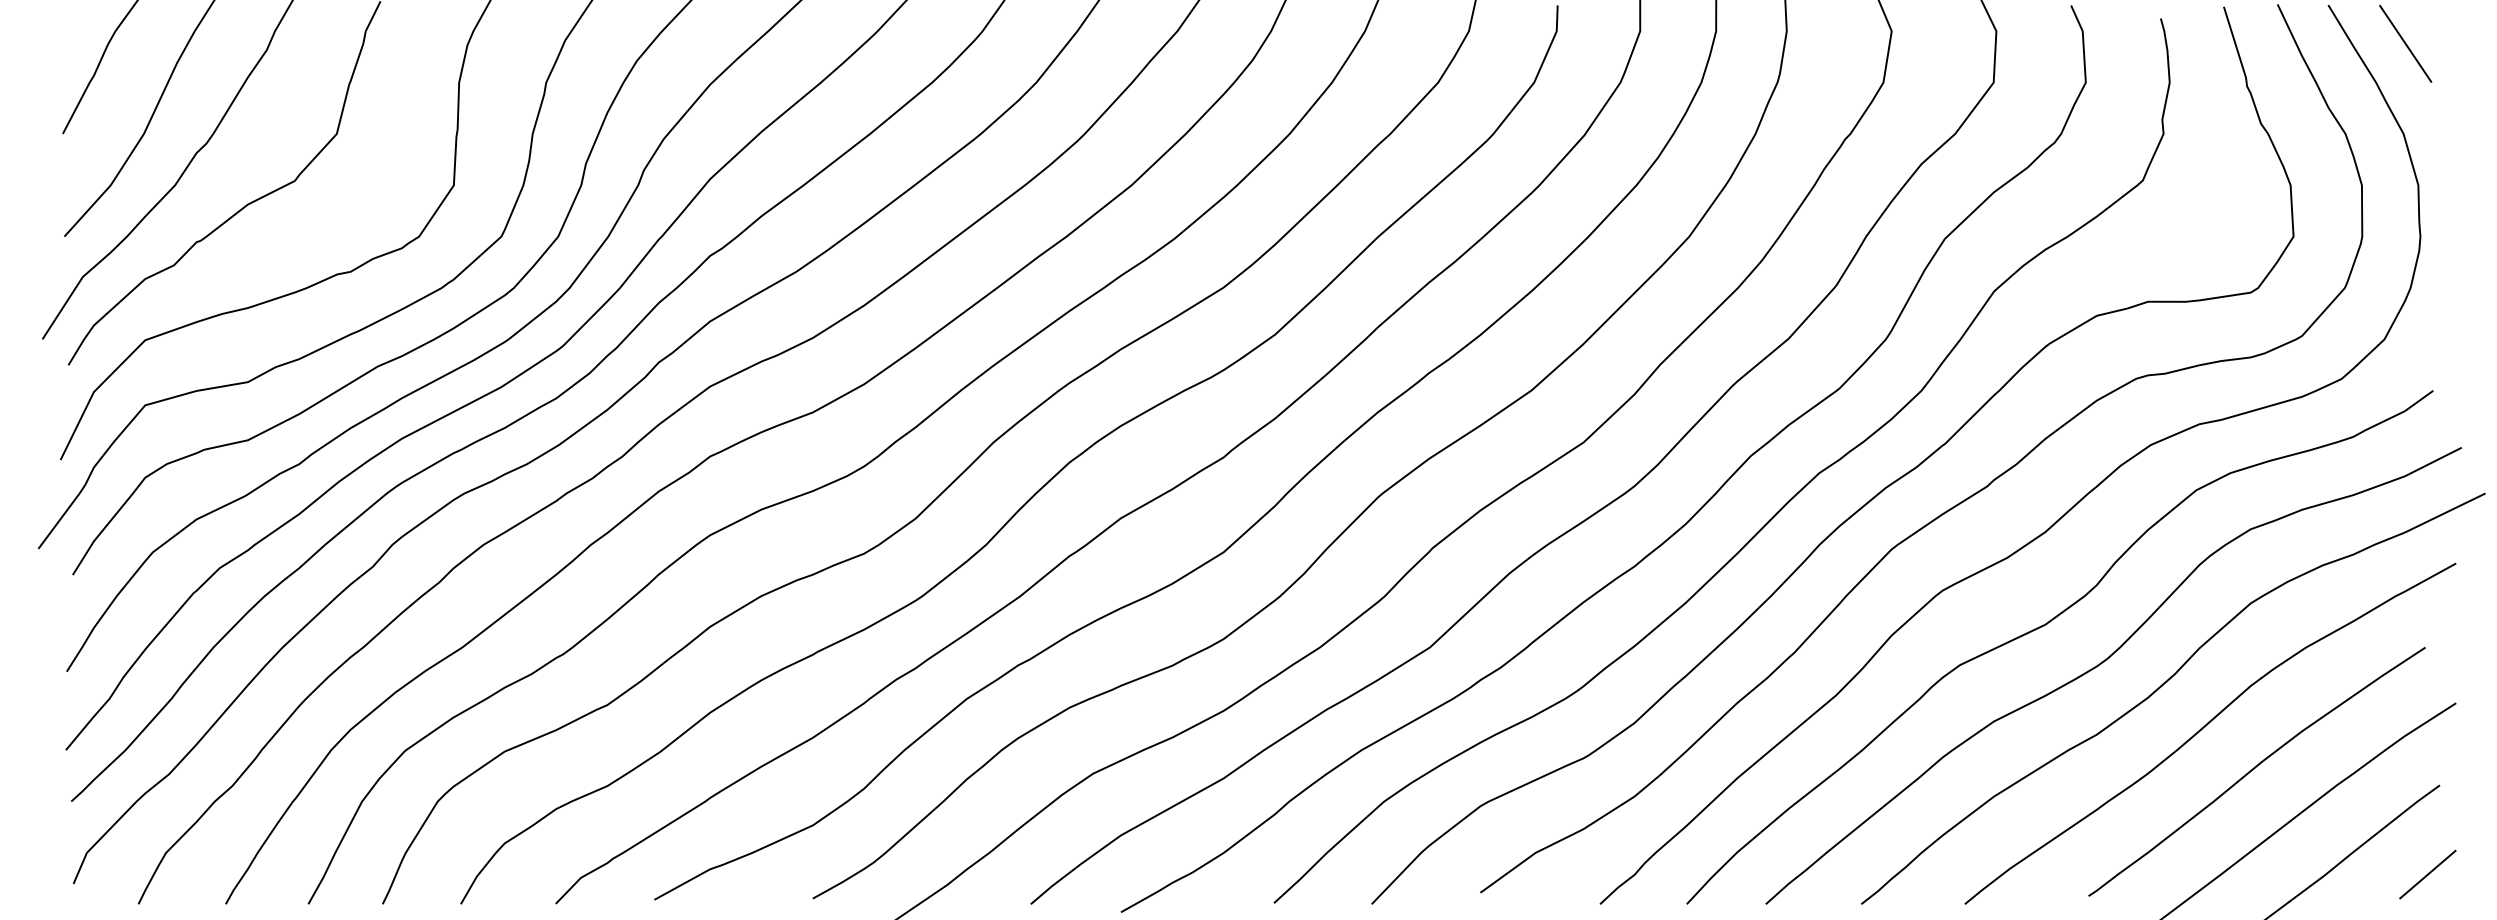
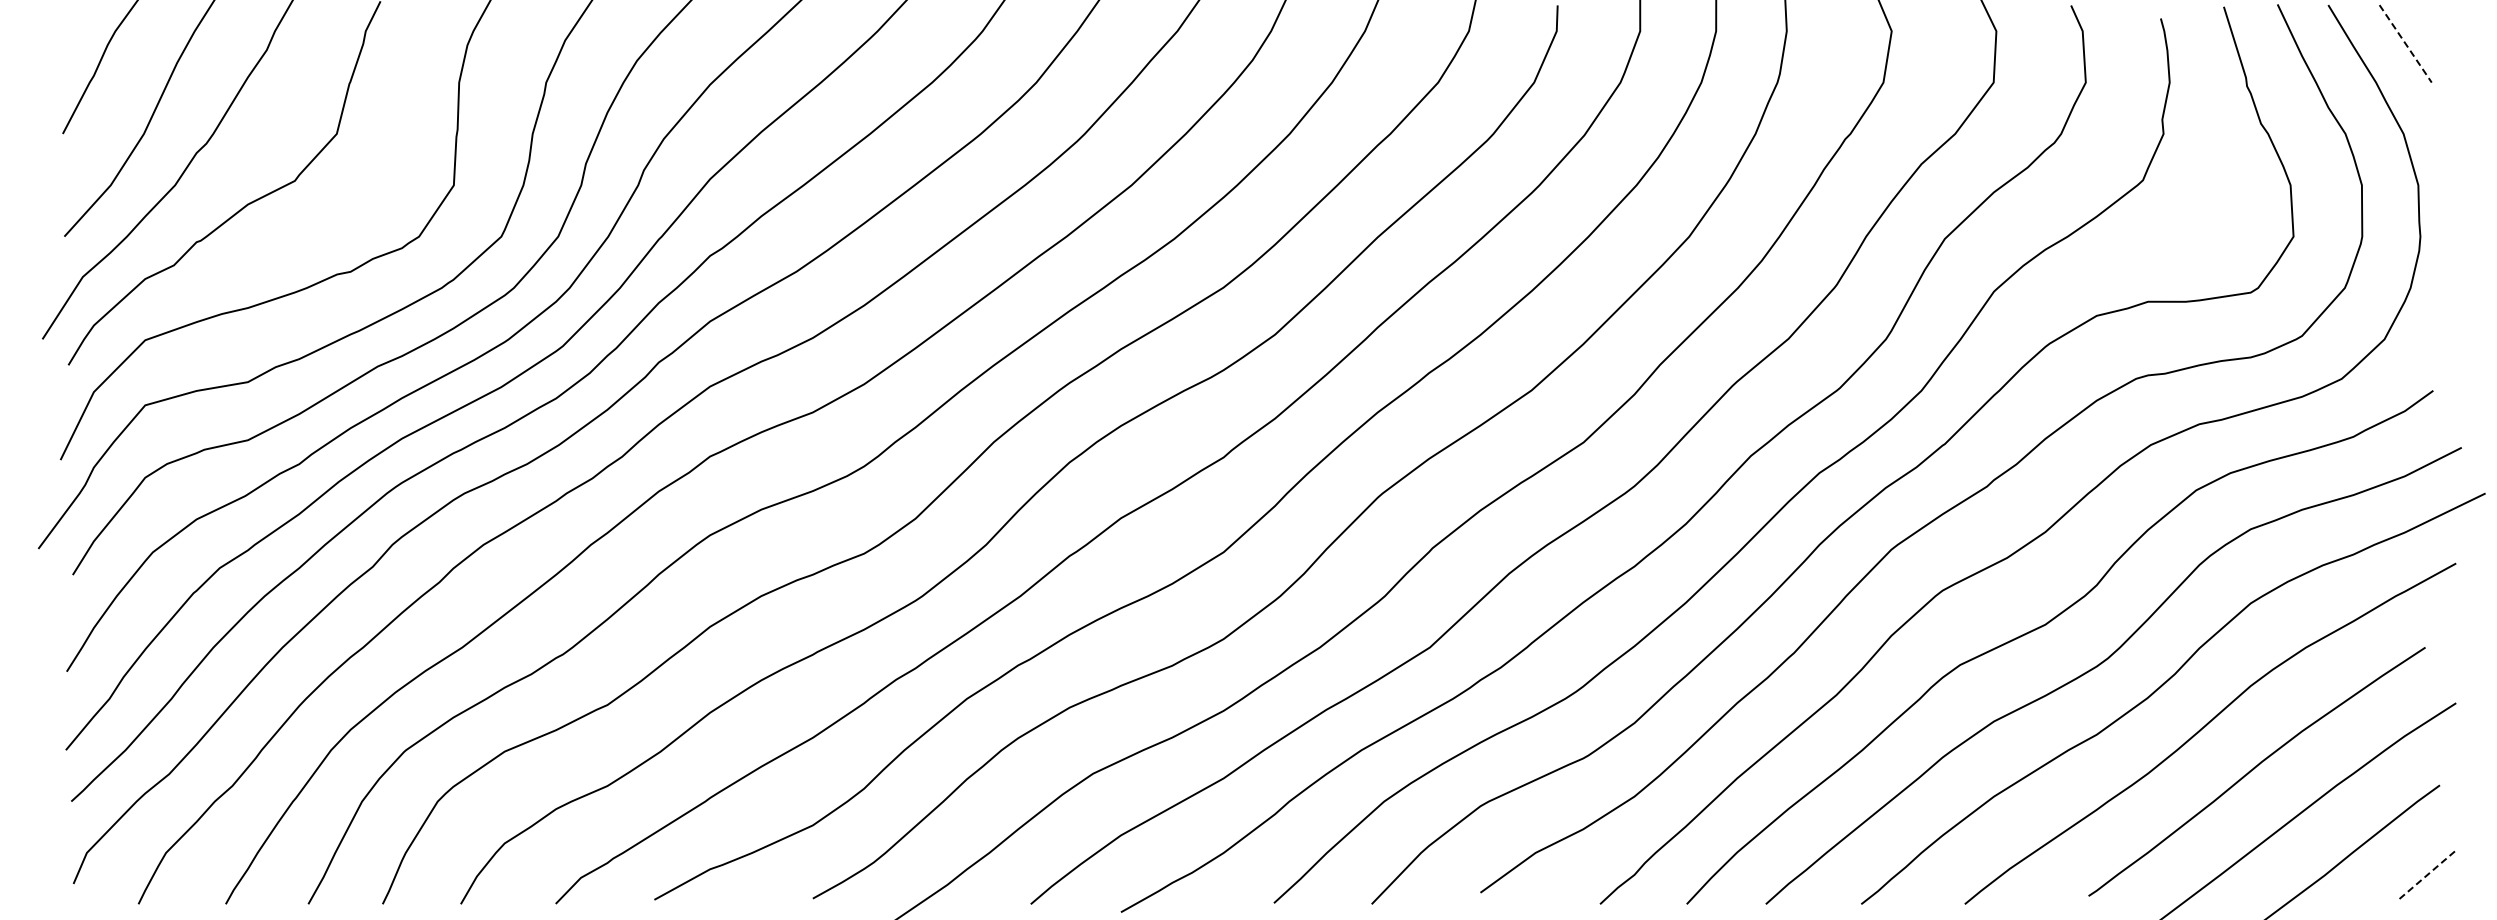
line at (2405, 43): solid -> dashed
line at (2428, 874): solid -> dashed
